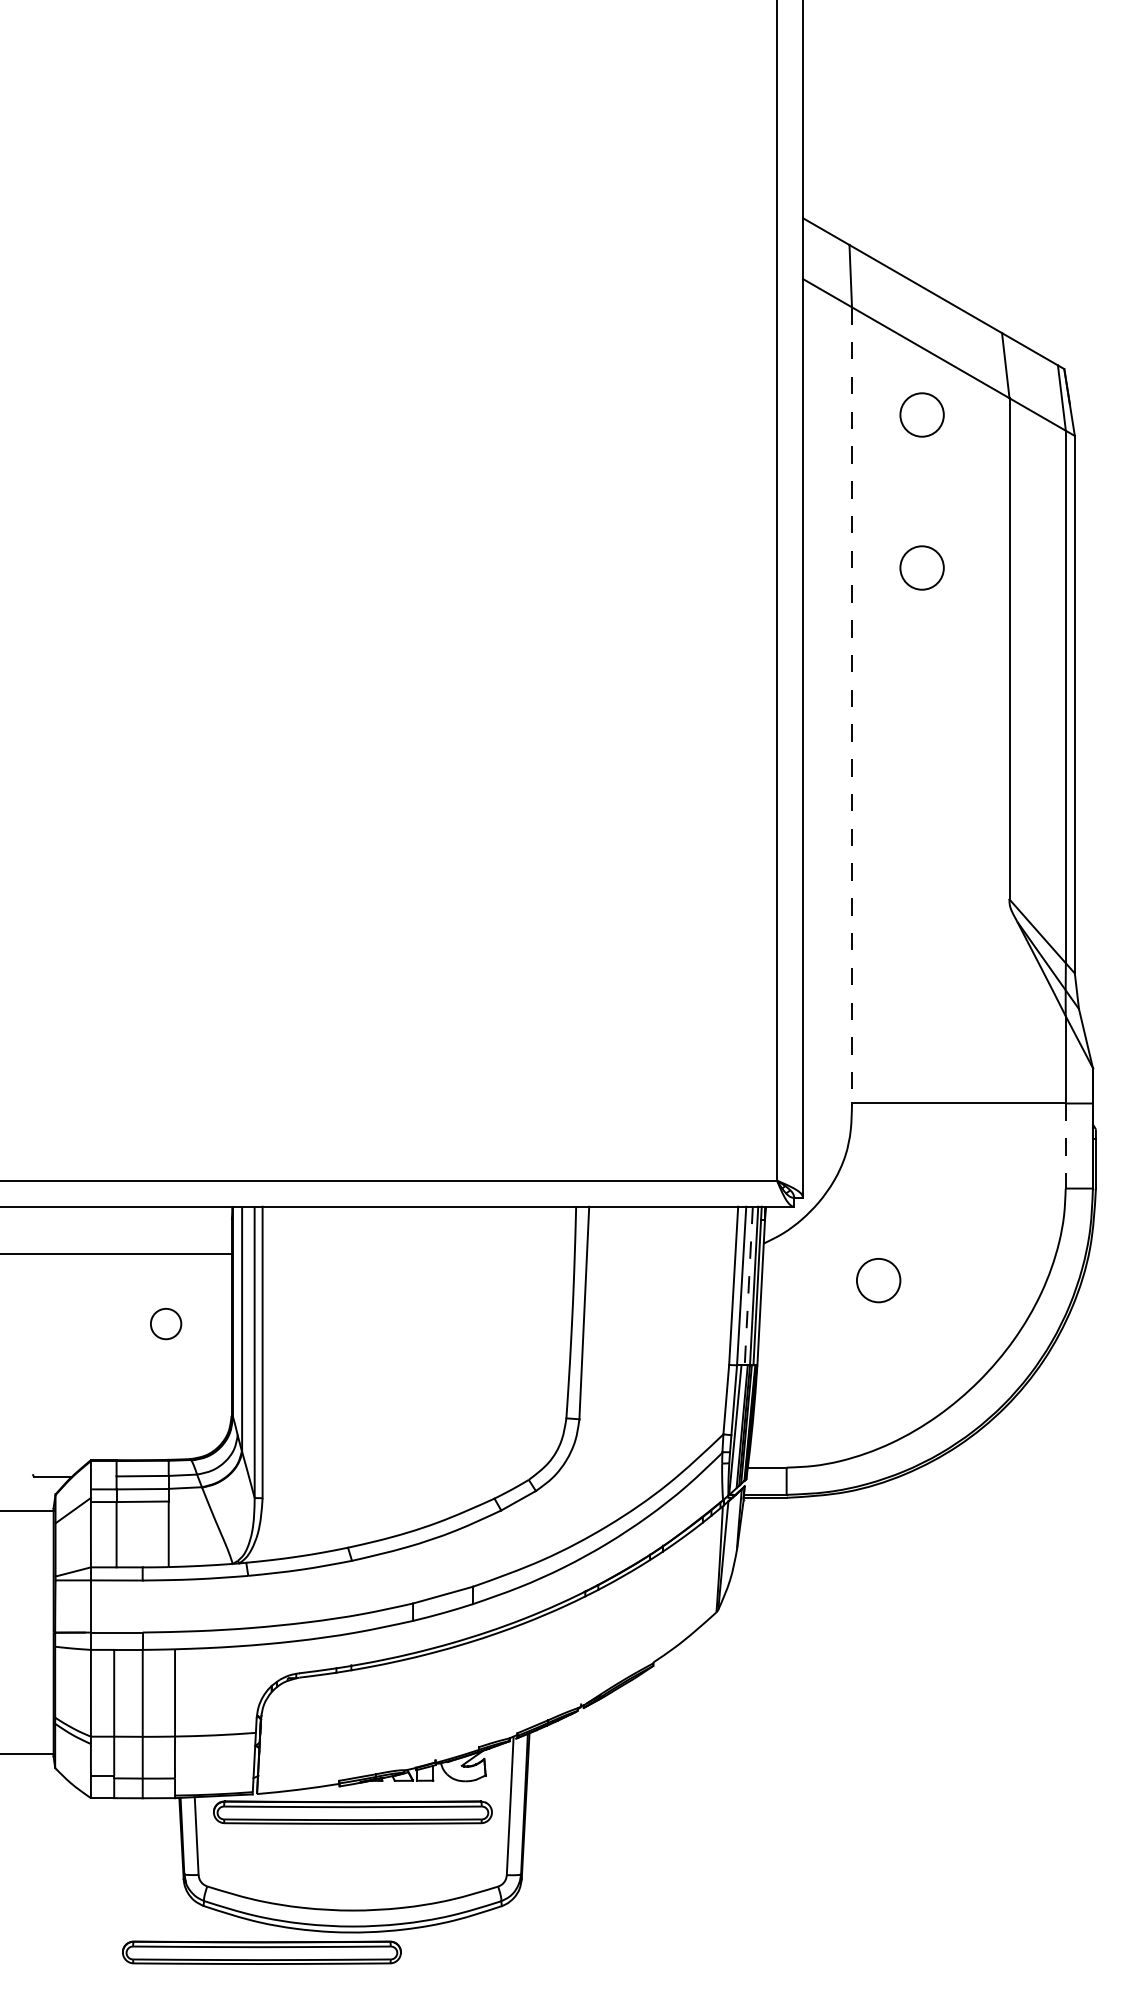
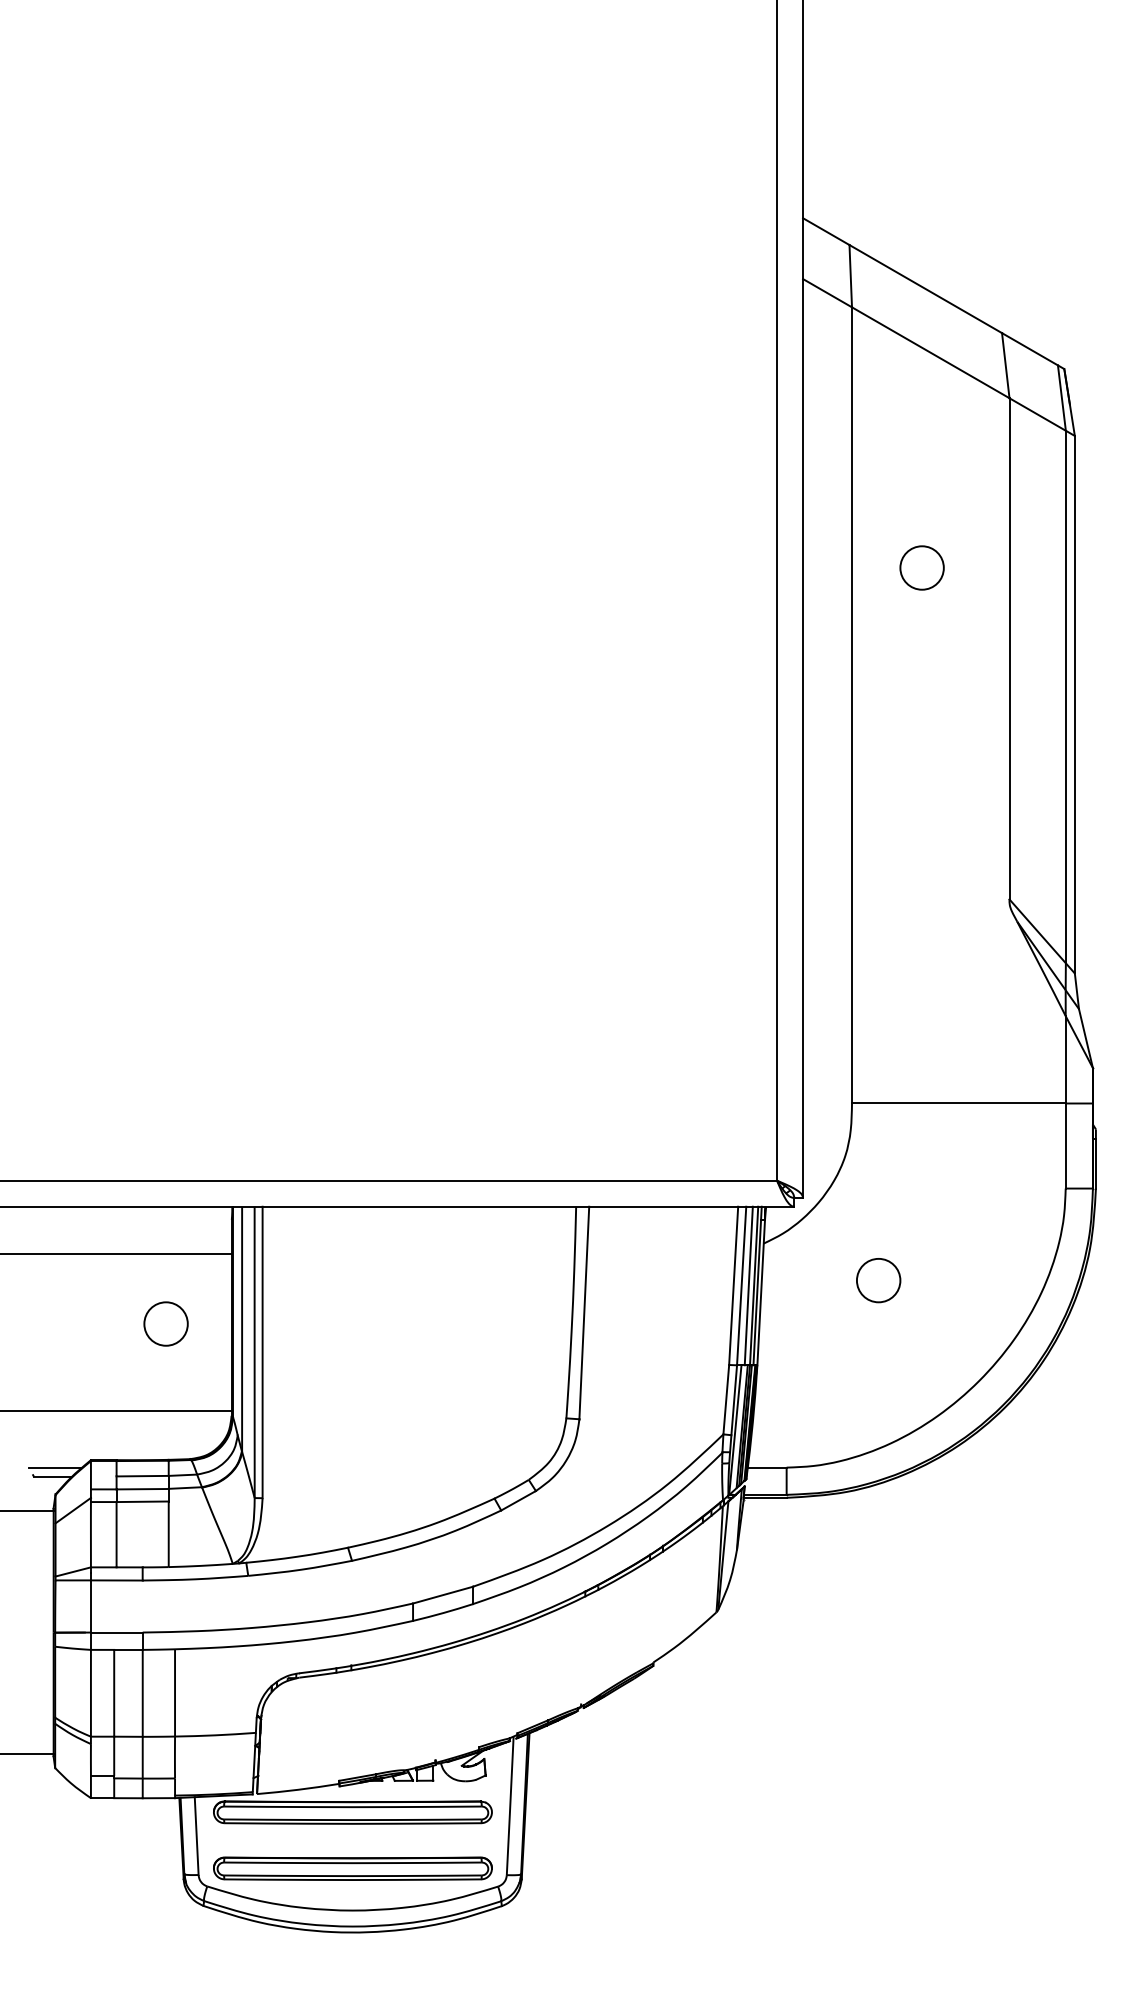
circle at (921, 414): present -> none
line at (852, 705): dashed -> solid
line at (1065, 1146): dashed -> solid
line at (748, 1286): dashed -> solid
circle at (165, 1323) diameter: 30 px -> 43 px
line at (116, 1411): none -> present
line at (55, 1467): none -> present
part at (261, 1952) position: (261, 1952) -> (352, 1868)
